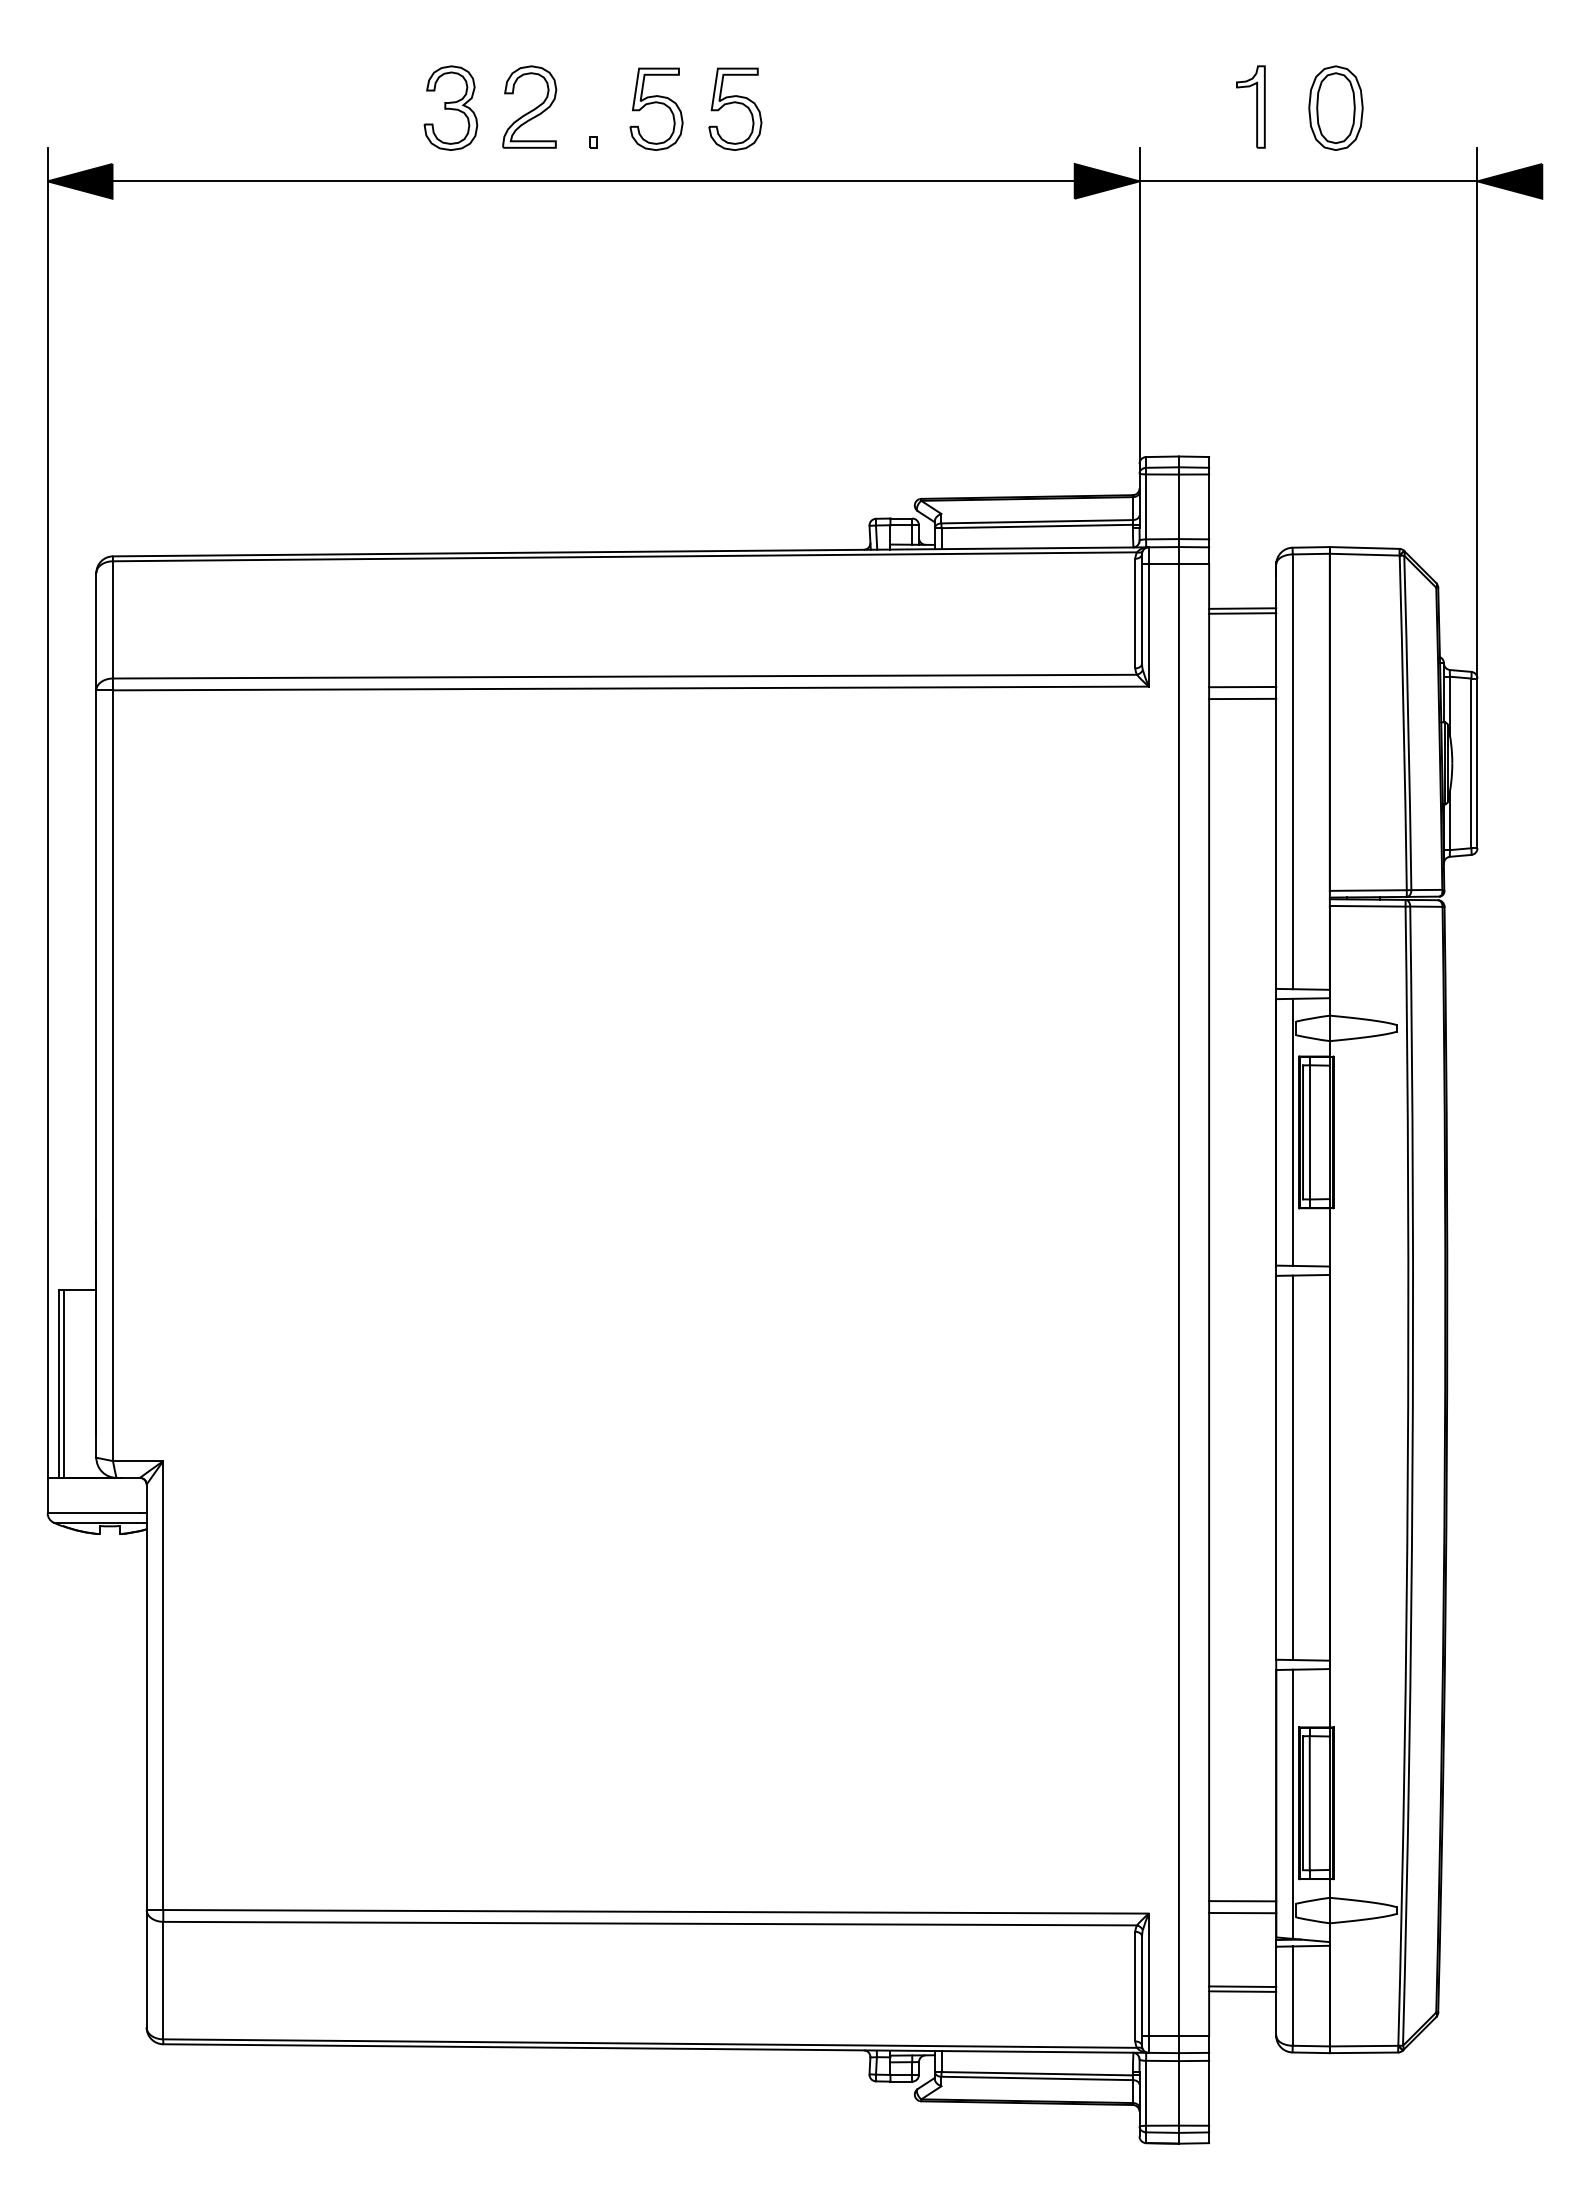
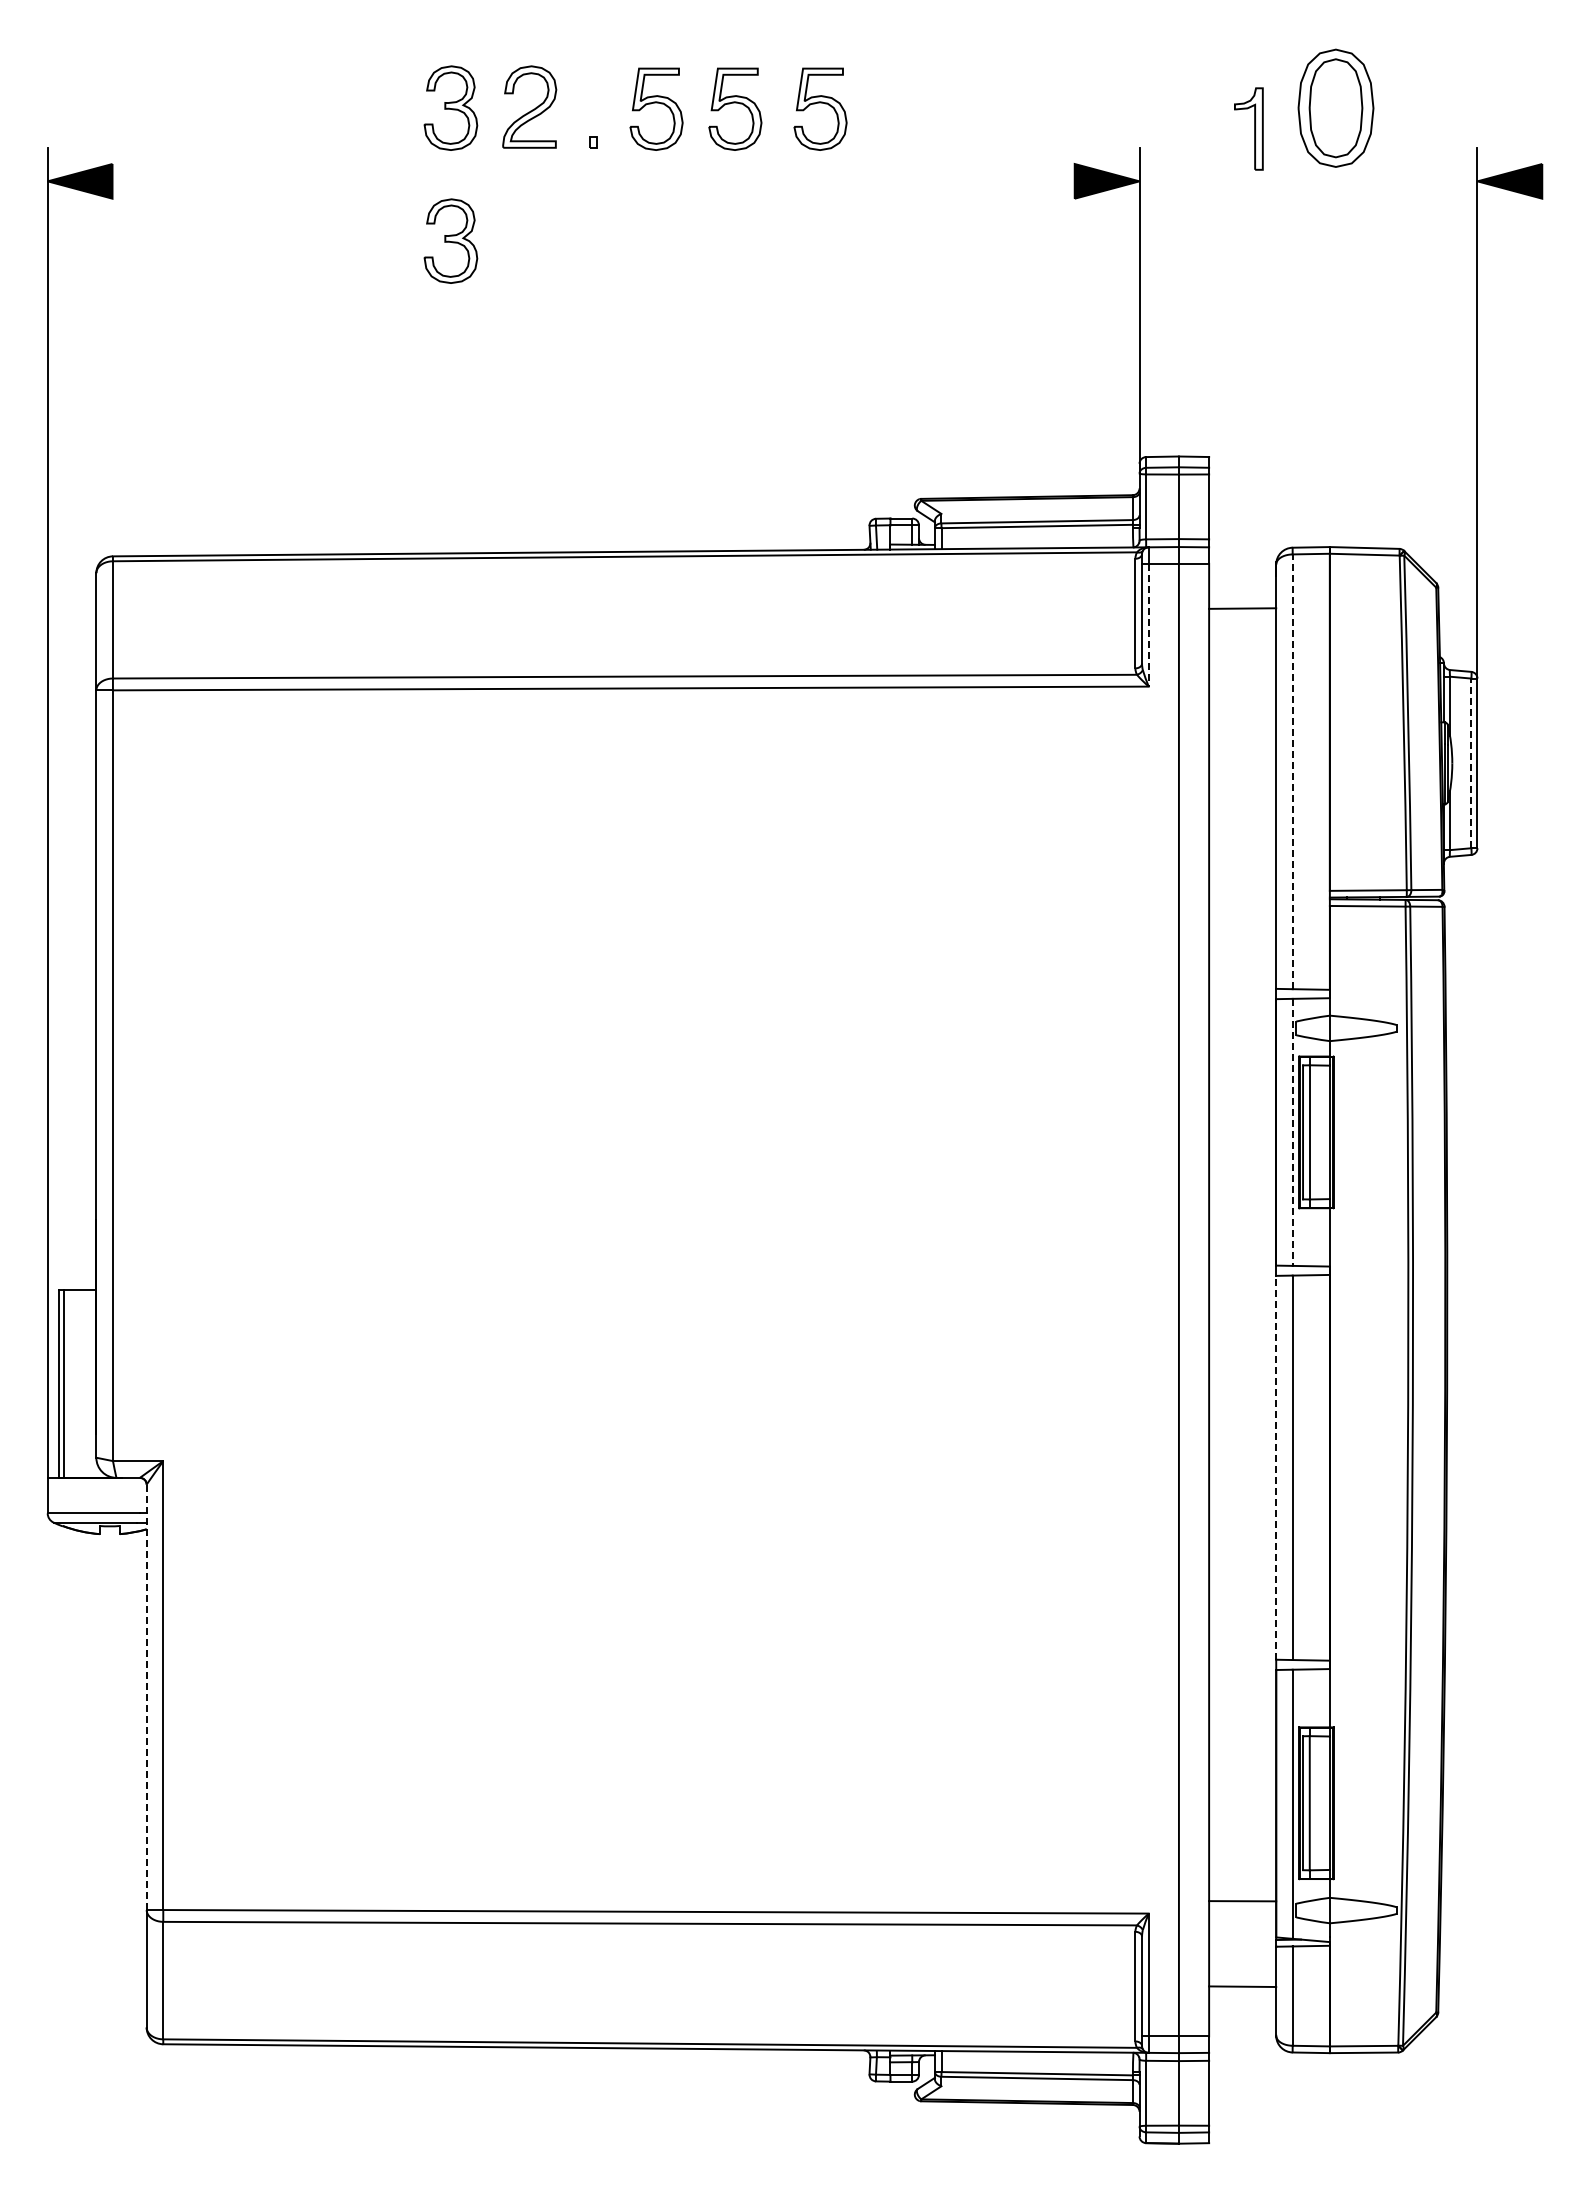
part at (1250, 106) position: (1250, 106) -> (1248, 128)
part at (1335, 107) size: 56x86 px -> 78x120 px
part at (820, 108): none -> present
line at (593, 181): present -> none
line at (1308, 181): present -> none
part at (450, 240): none -> present
line at (1242, 613): present -> none
line at (1148, 625): solid -> dashed
line at (1242, 686): present -> none
line at (1242, 698): present -> none
line at (1471, 763): solid -> dashed
line at (1292, 771): solid -> dashed
line at (1292, 1132): solid -> dashed
line at (1276, 1467): solid -> dashed
line at (146, 1697): solid -> dashed
line at (1242, 1912): present -> none
line at (1242, 1991): present -> none
